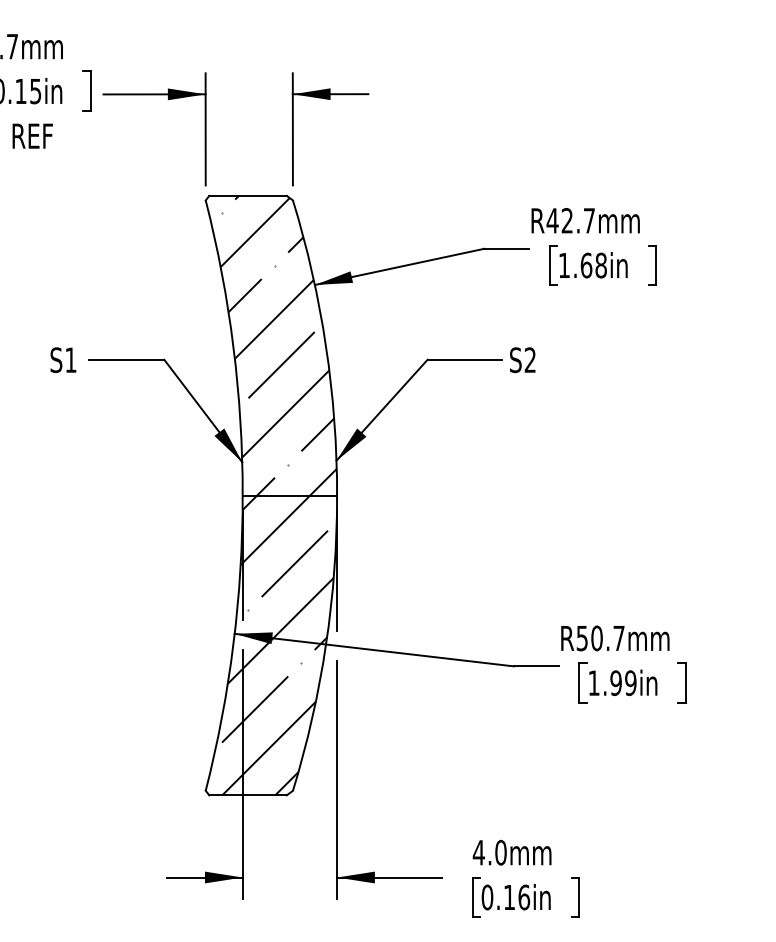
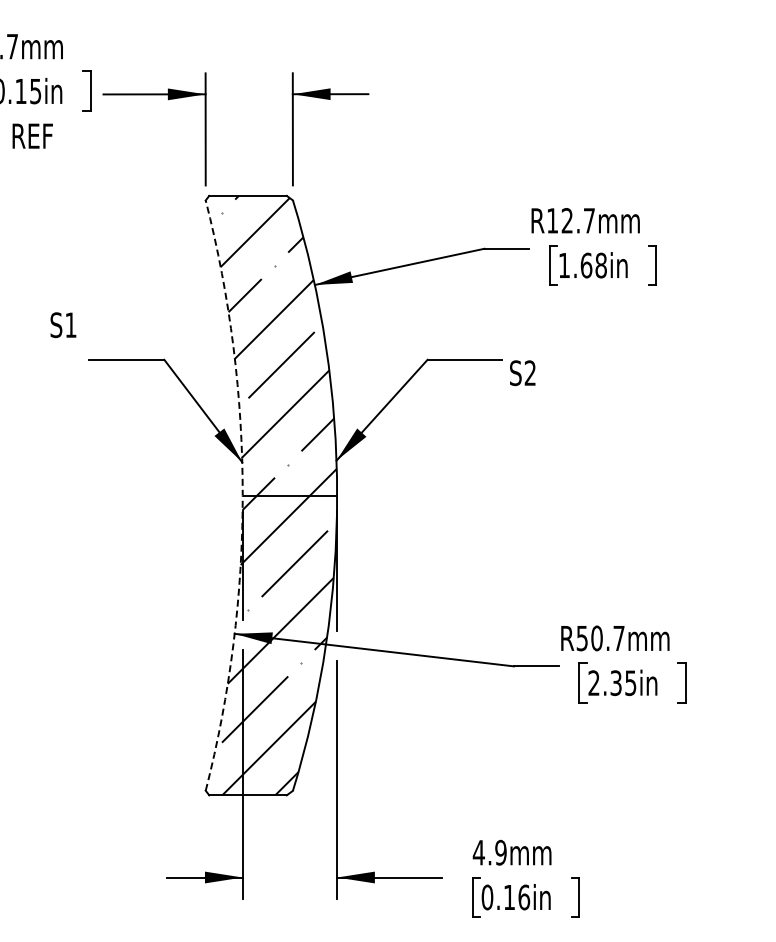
text at (552, 220): R42.7mm -> R12.7mm
text at (63, 360) position: (63, 360) -> (63, 325)
text at (522, 360) position: (522, 360) -> (522, 373)
arc at (242, 495): solid -> dashed
text at (612, 682): 1.99in -> 2.35in
text at (500, 852): 4.0mm -> 4.9mm
